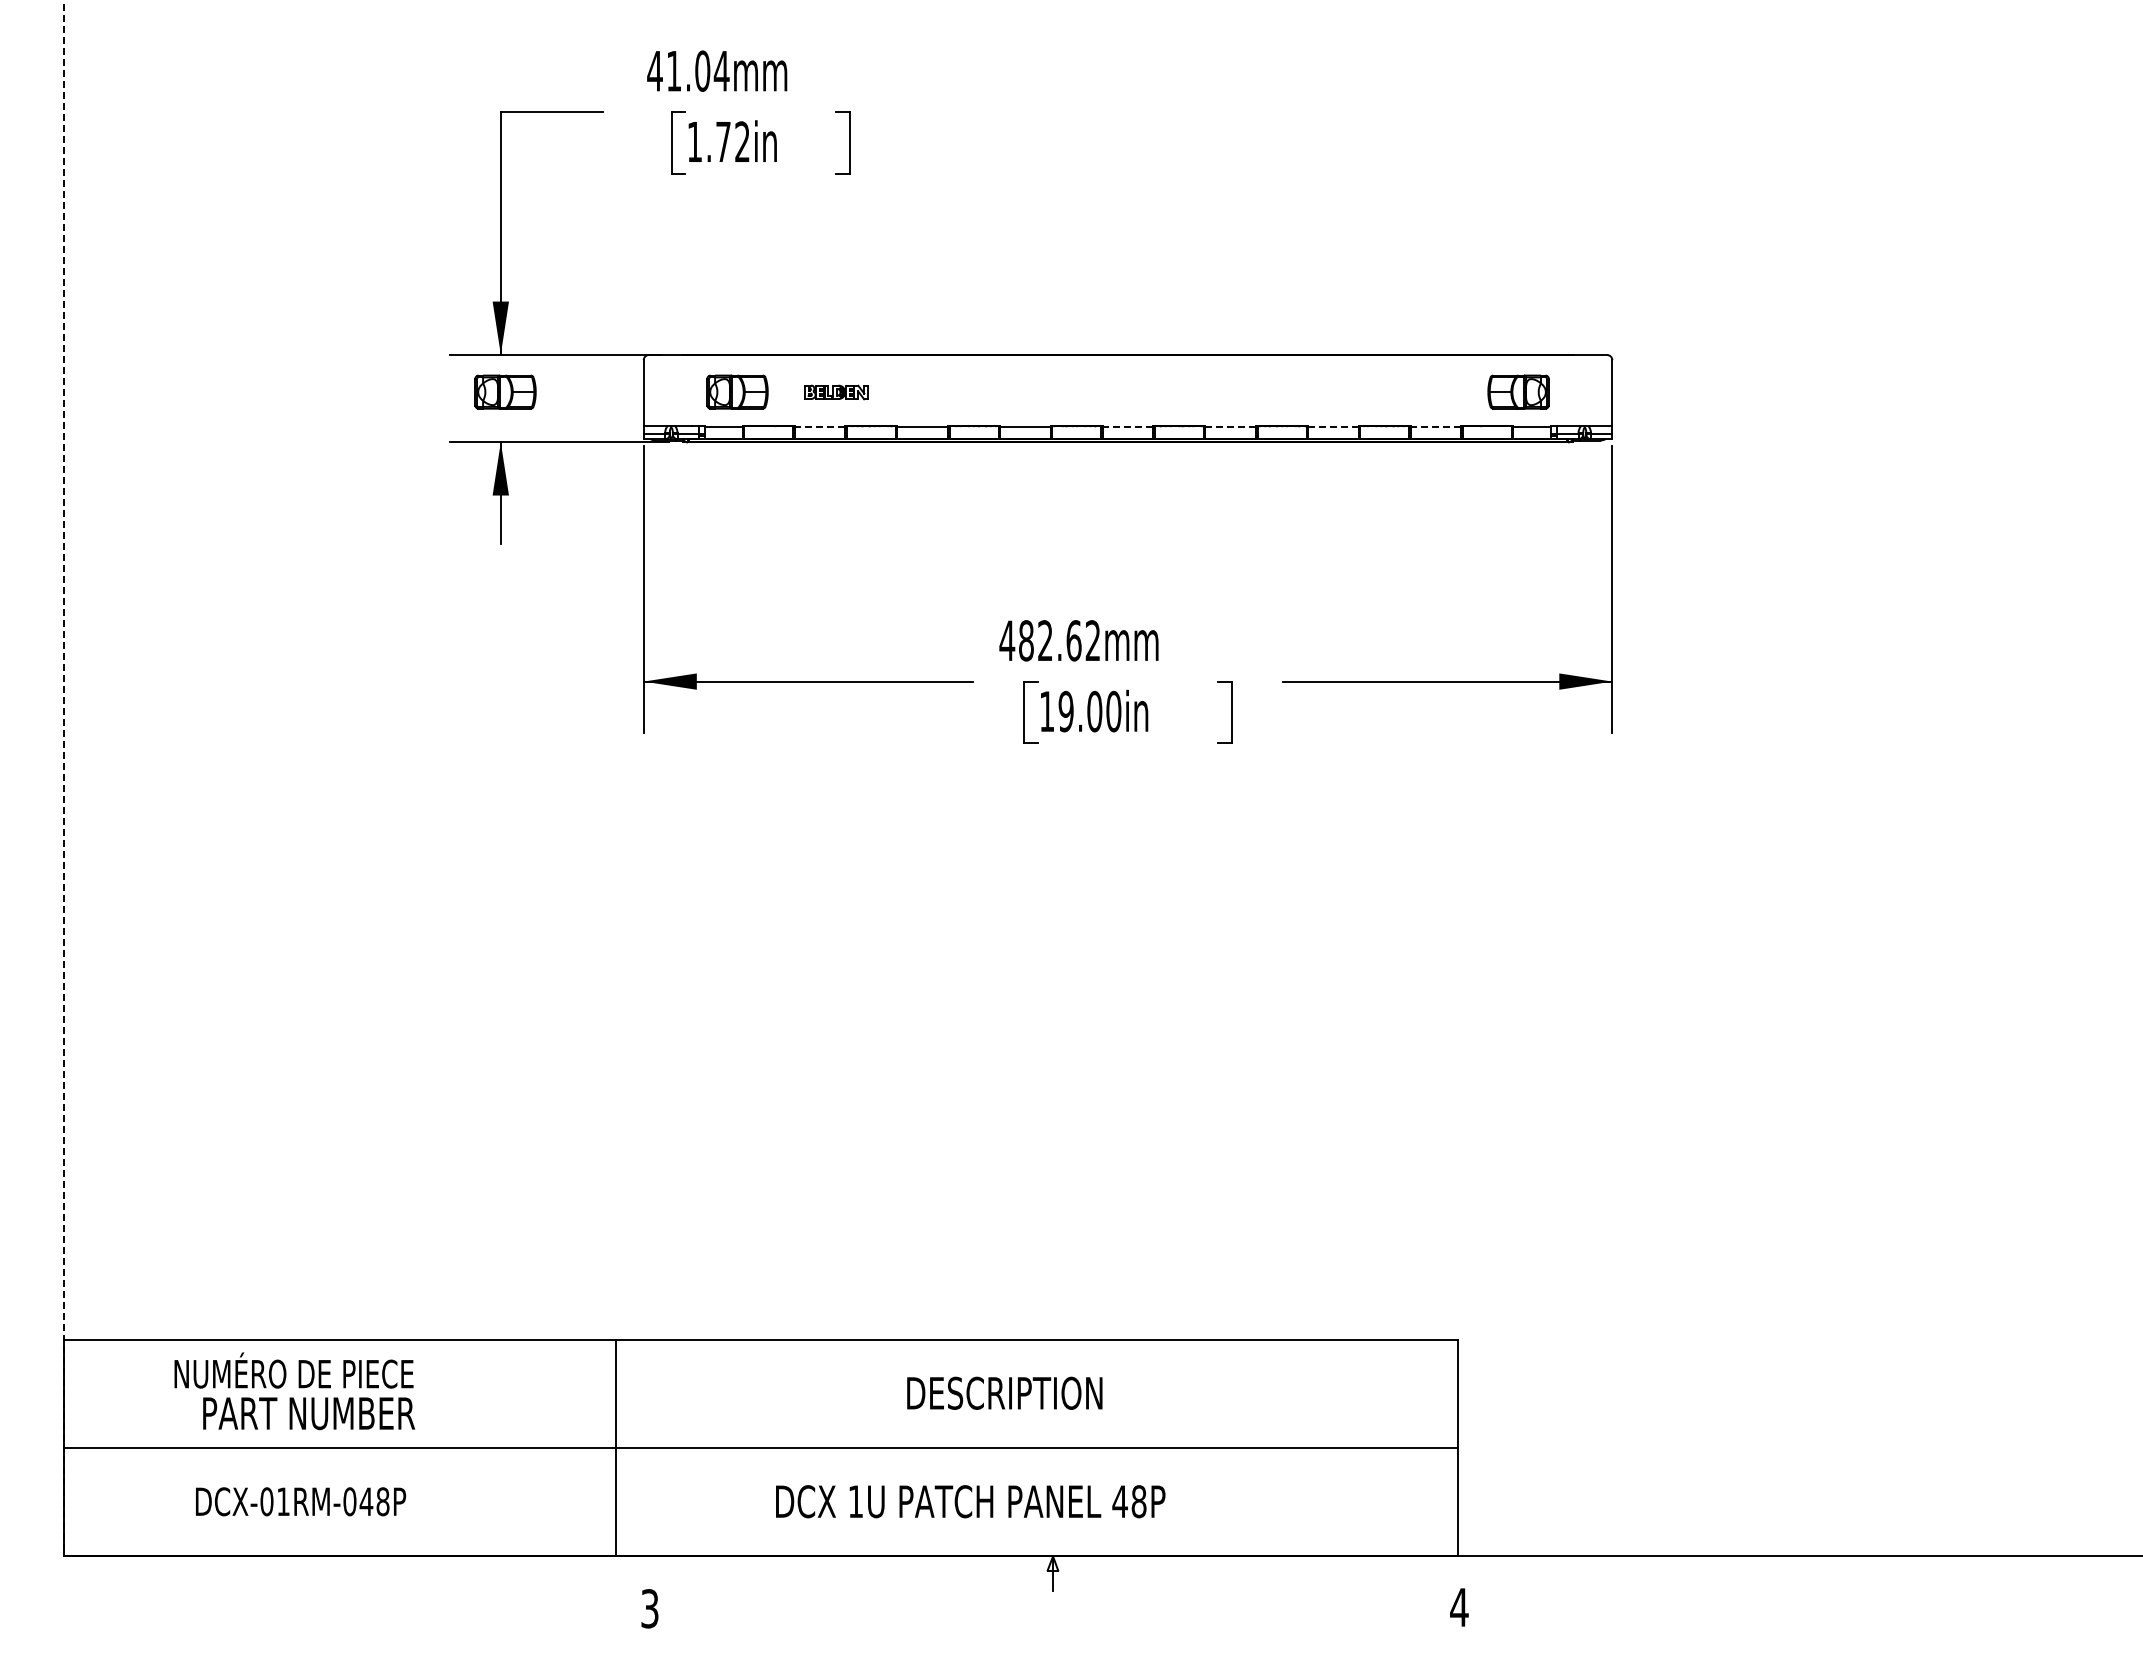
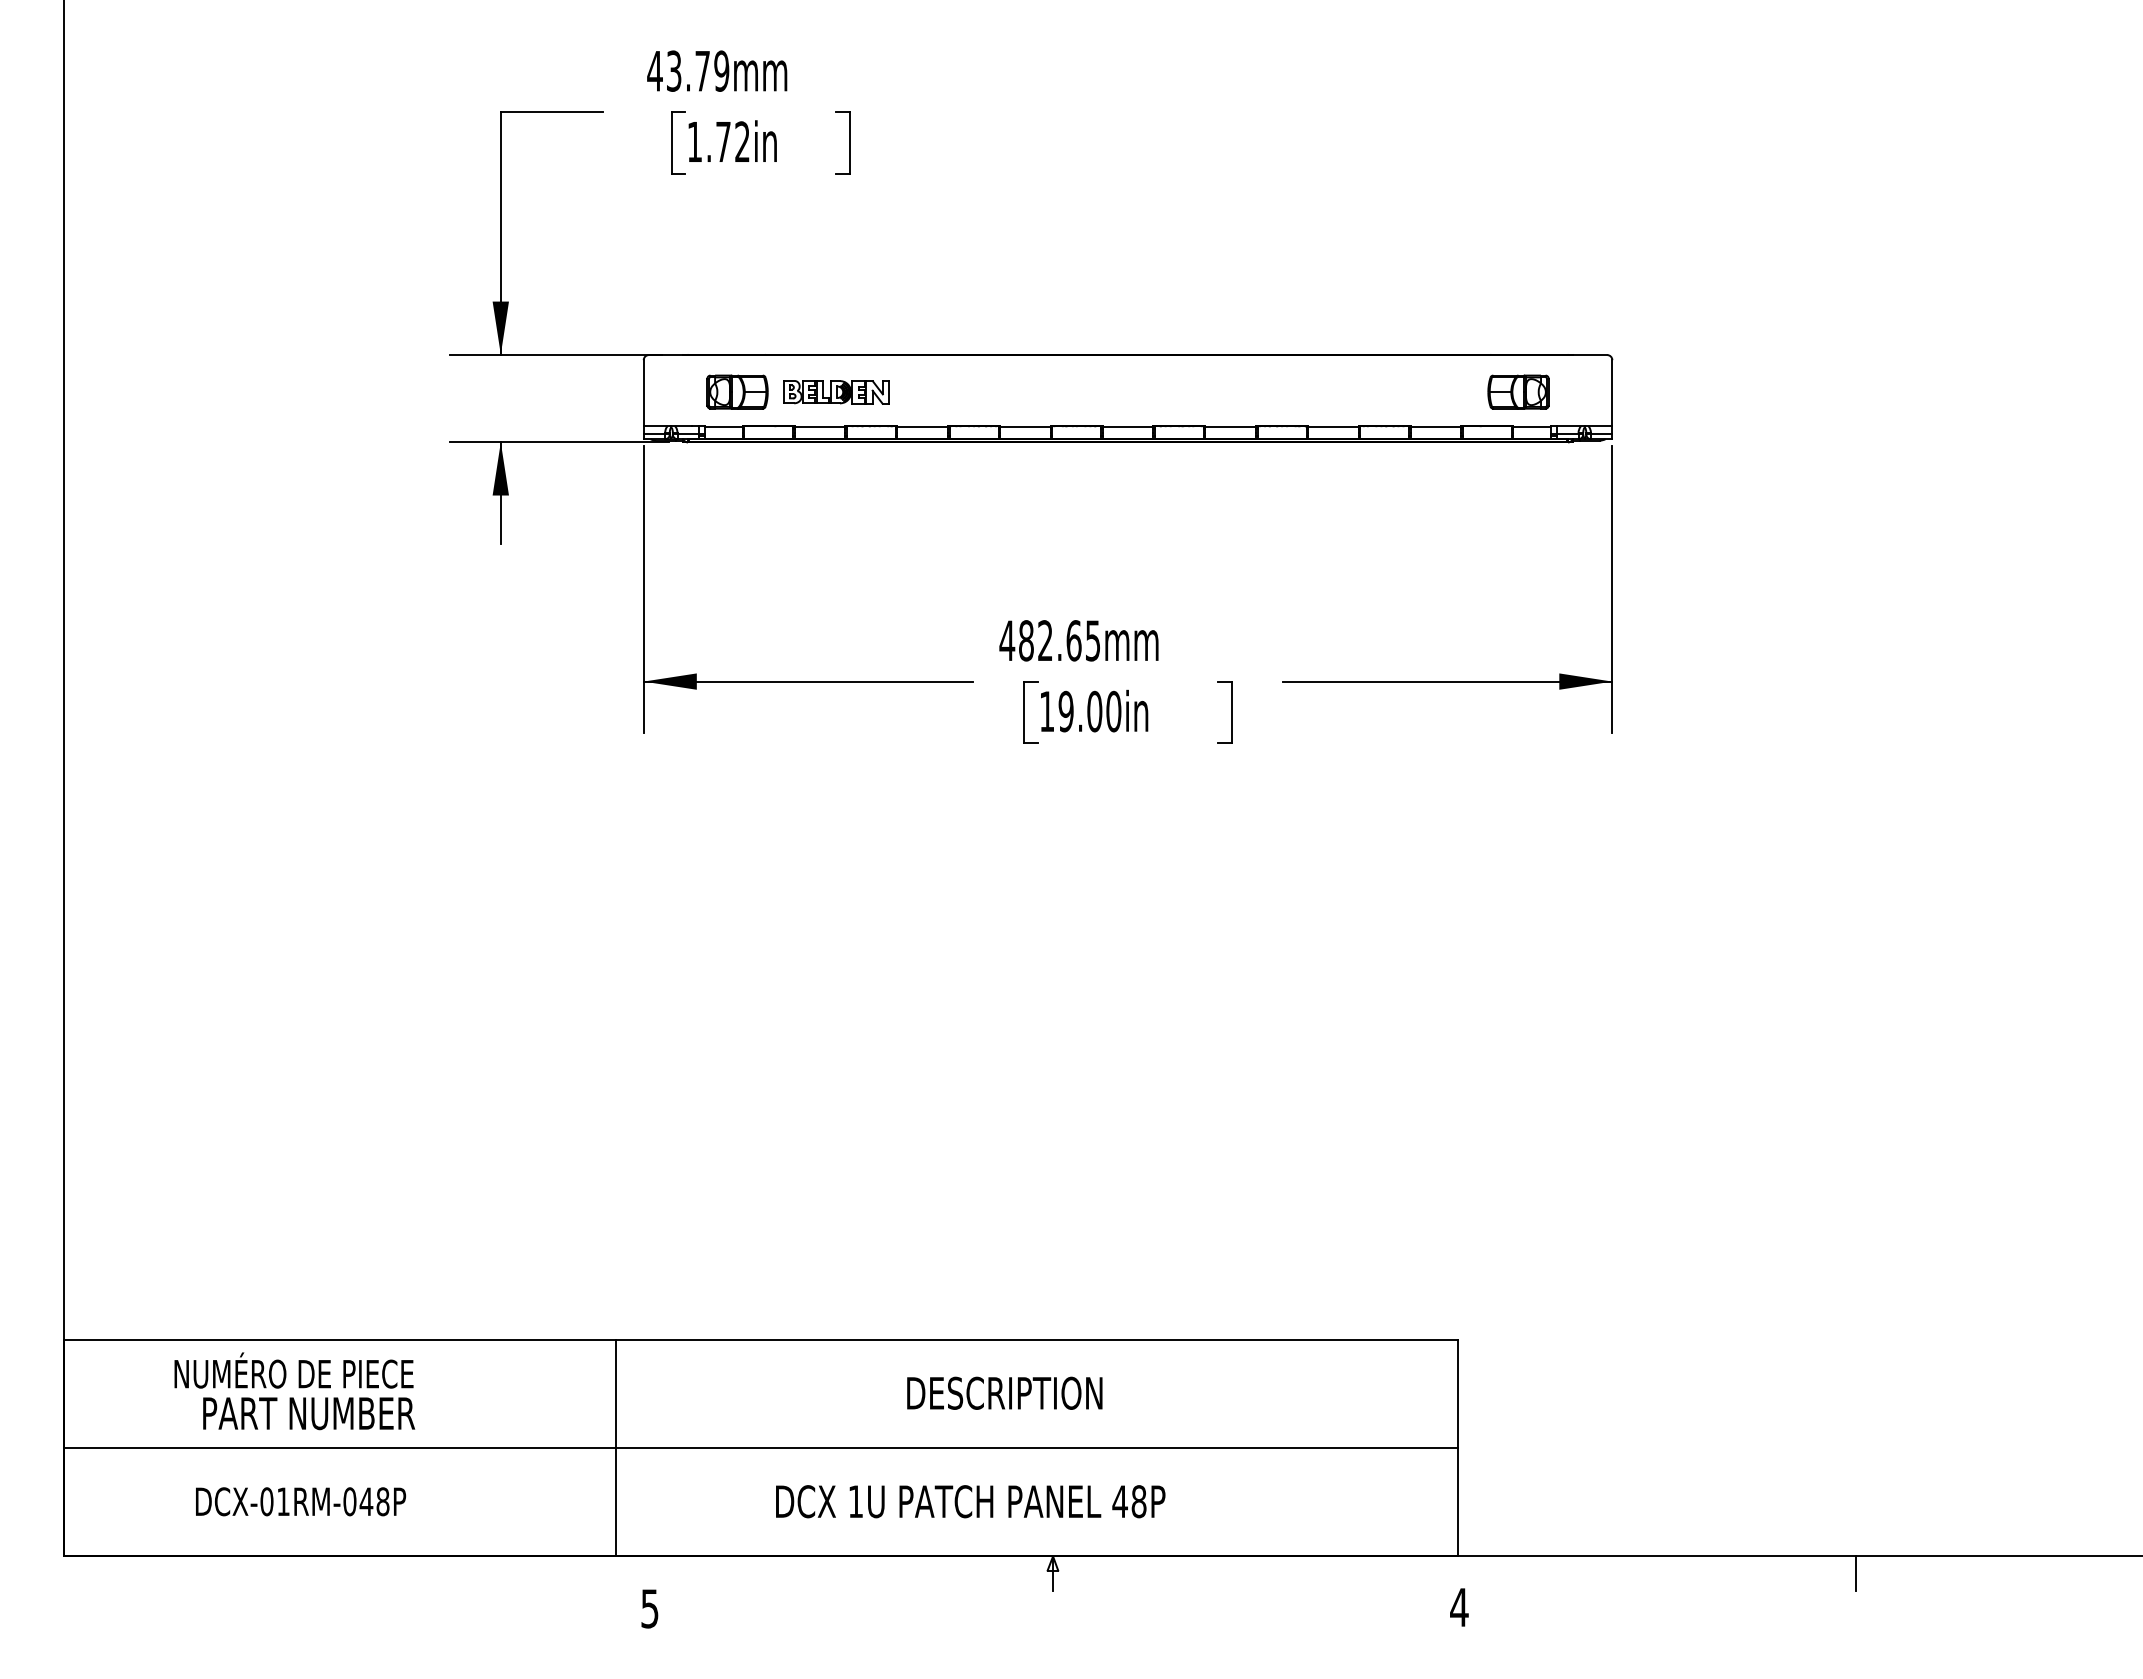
text at (698, 70): 41.04mm -> 43.79mm
part at (505, 391): present -> none
part at (836, 392) size: 65x17 px -> 107x25 px
line at (819, 426): dashed -> solid
line at (1127, 426): dashed -> solid
line at (1230, 426): dashed -> solid
line at (1332, 426): dashed -> solid
line at (1435, 426): dashed -> solid
text at (1092, 640): 482.62mm -> 482.65mm
line at (64, 778): dashed -> solid
line at (1855, 1573): none -> present
text at (650, 1608): 3 -> 5
